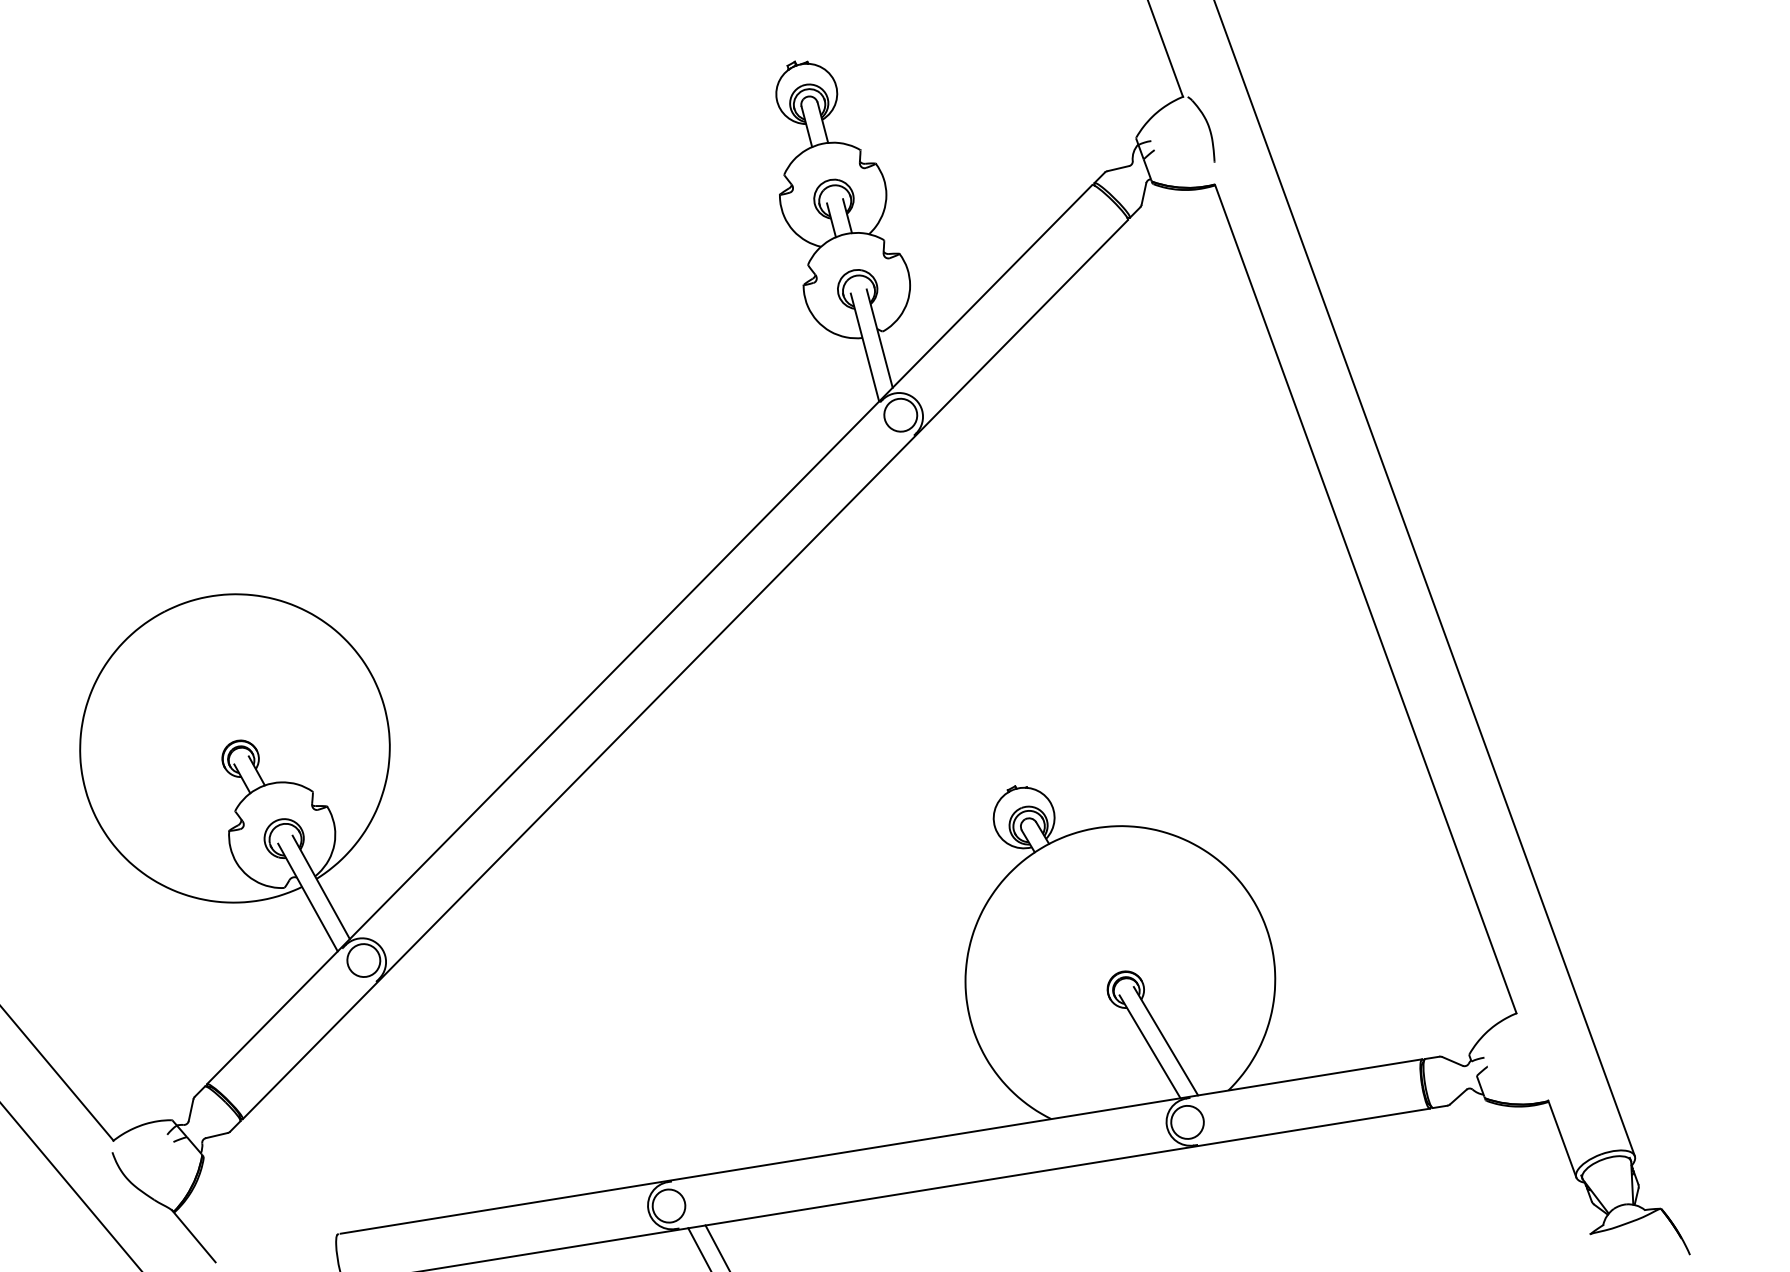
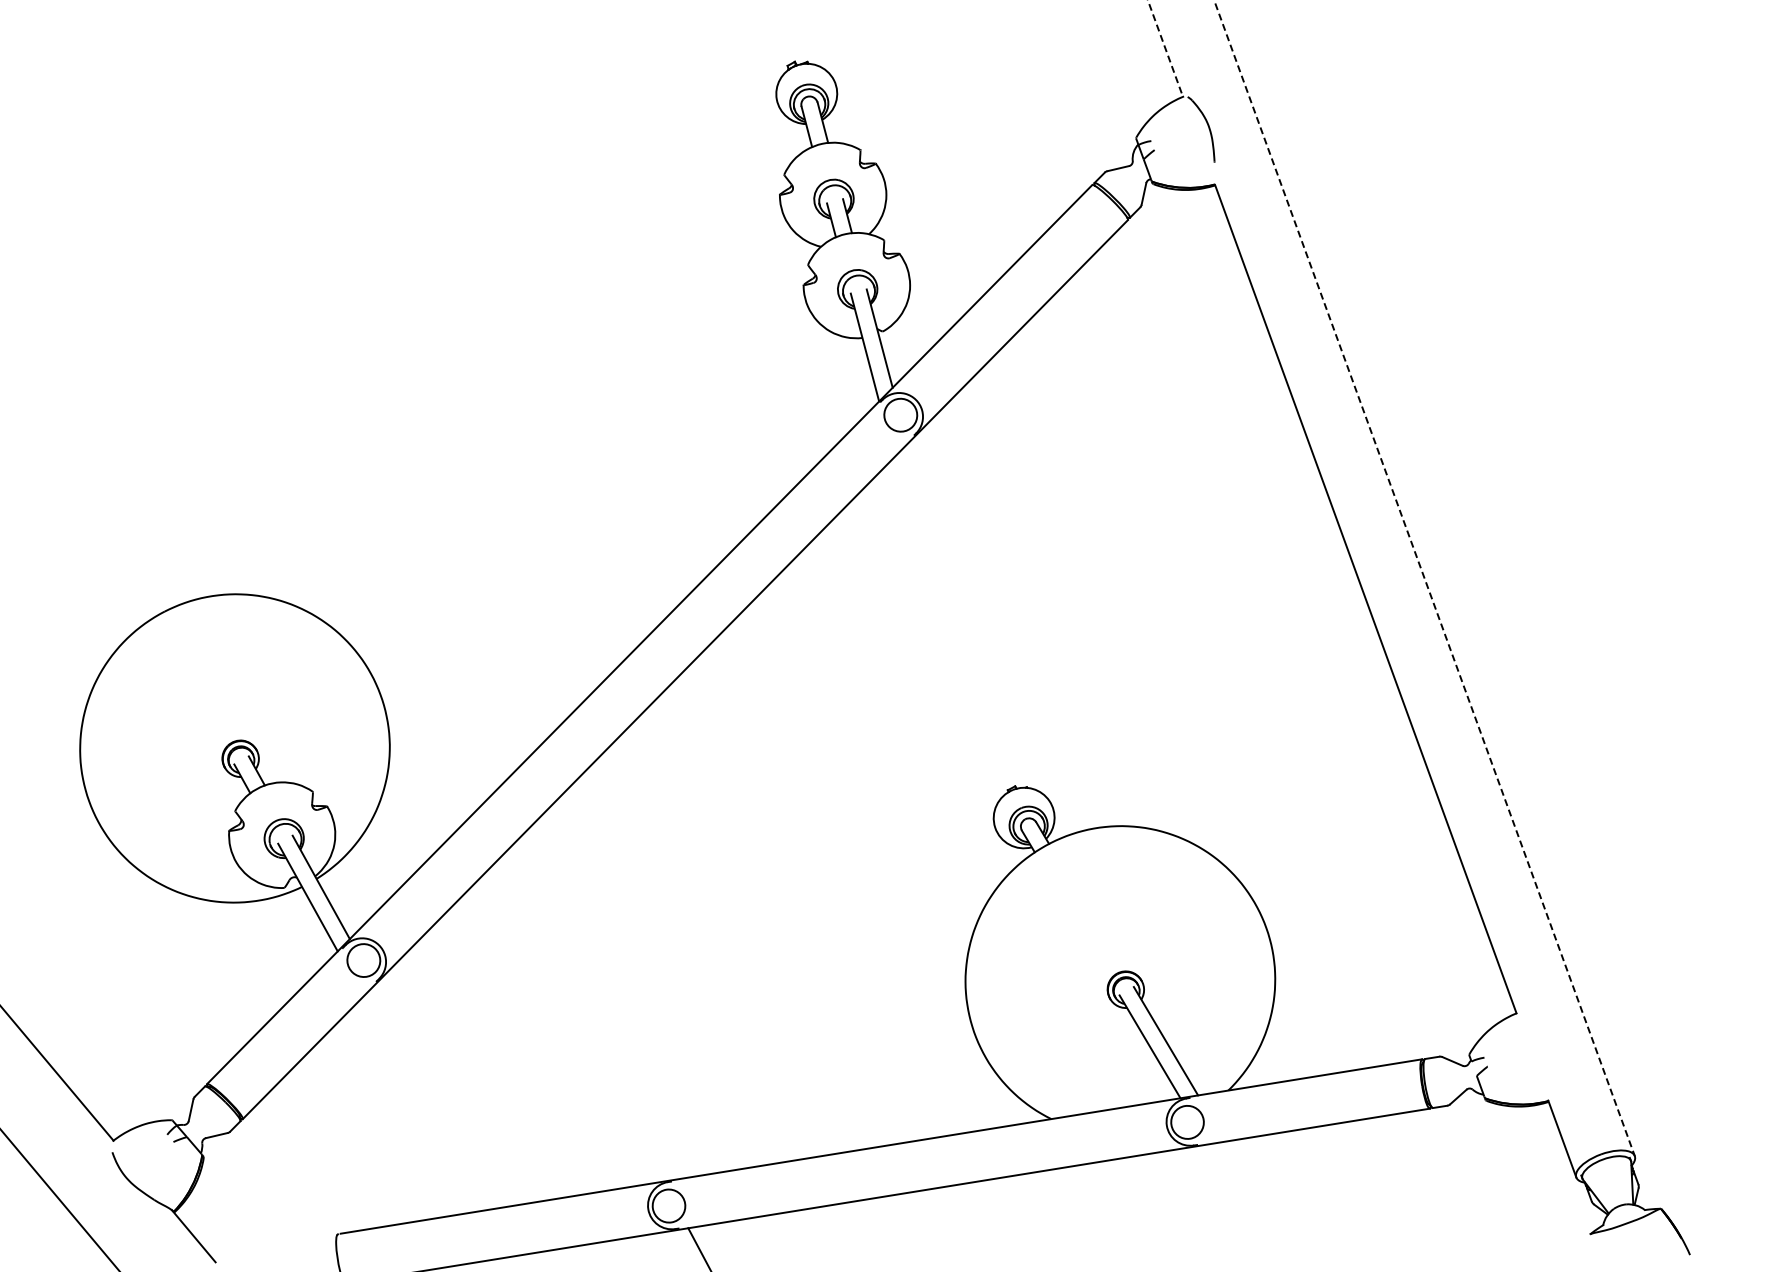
line at (1165, 48): solid -> dashed
line at (1424, 578): solid -> dashed
line at (70, 1186) position: (70, 1186) -> (59, 1199)
line at (716, 1246): present -> none
